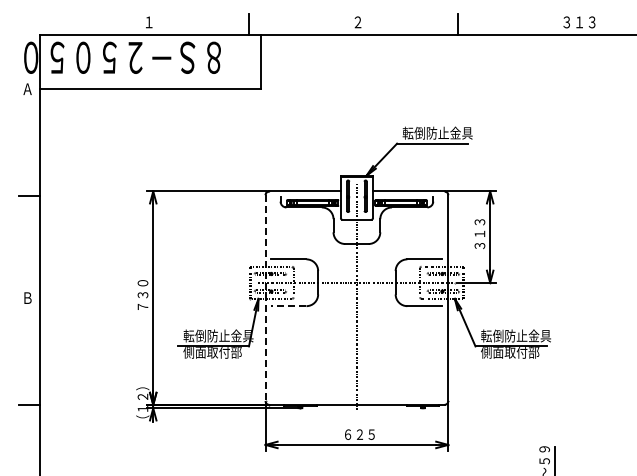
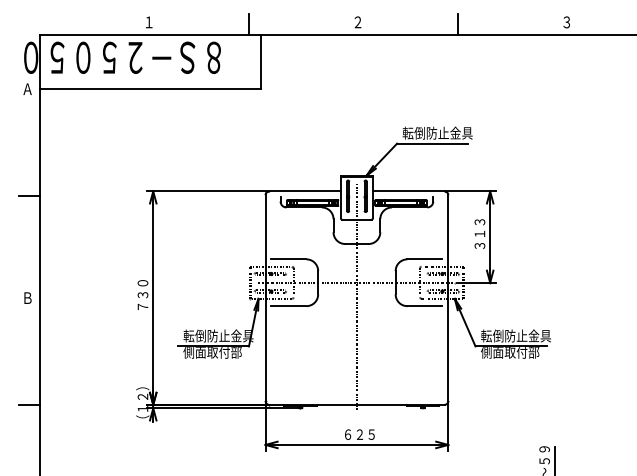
text at (585, 22): ３１３ -> ３
line at (265, 298): dashed -> solid
line at (288, 306): dashed -> solid
